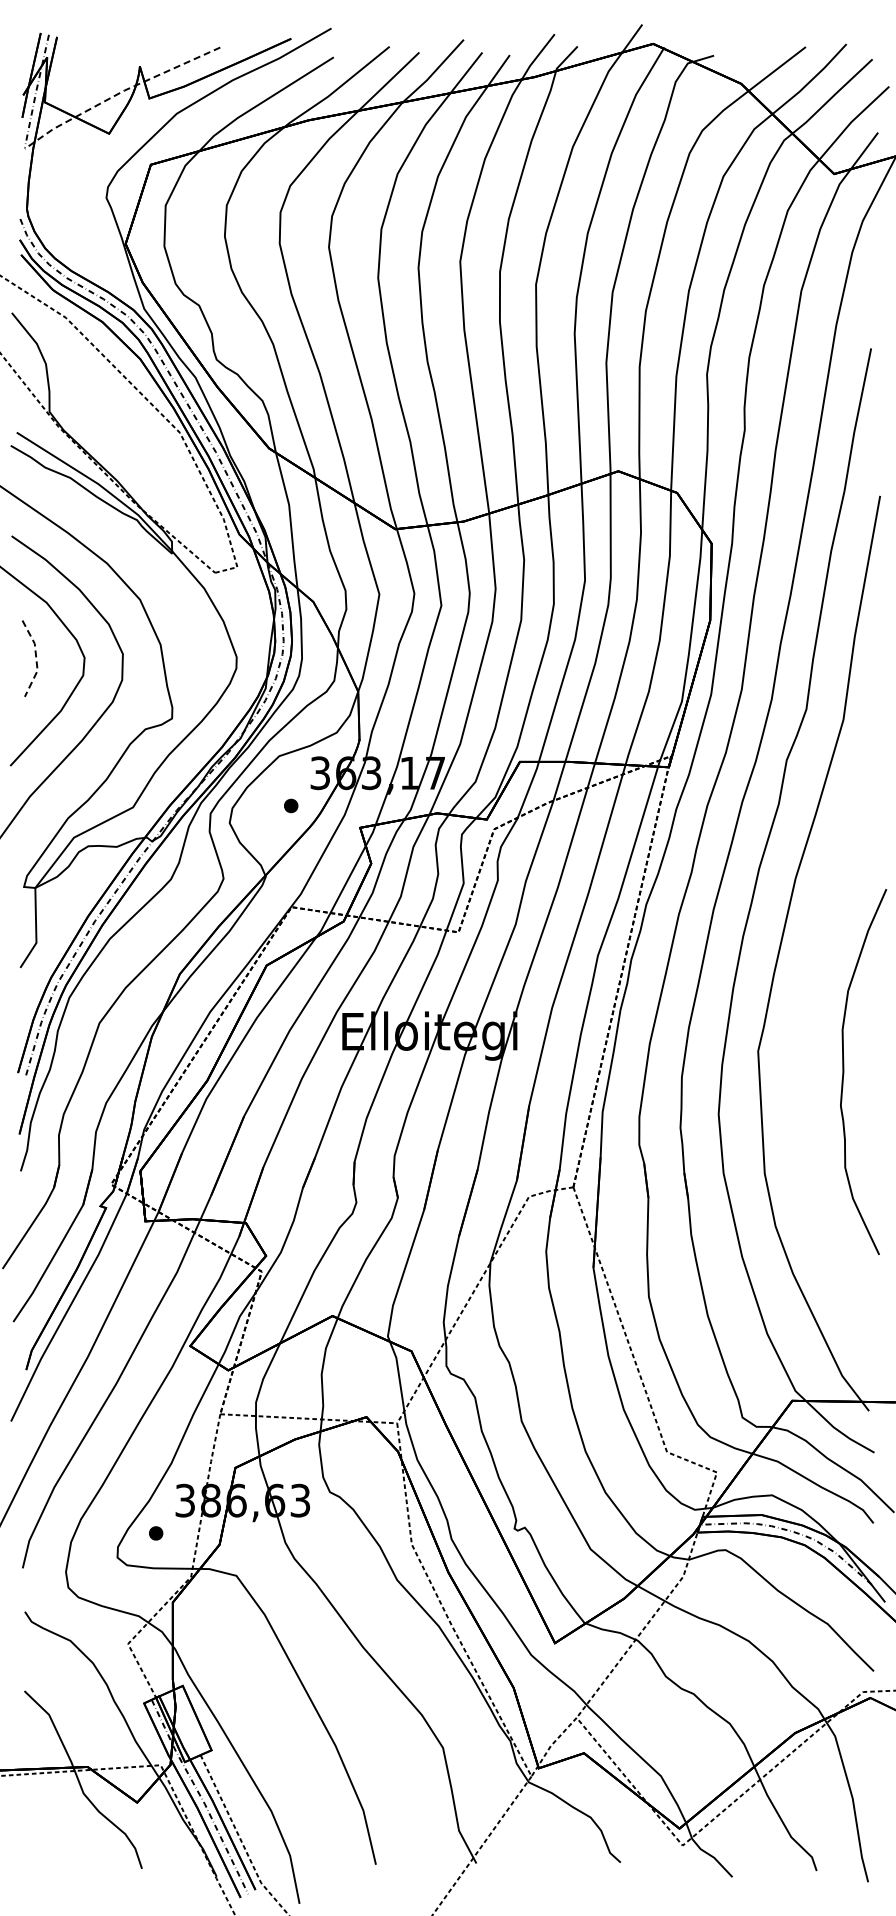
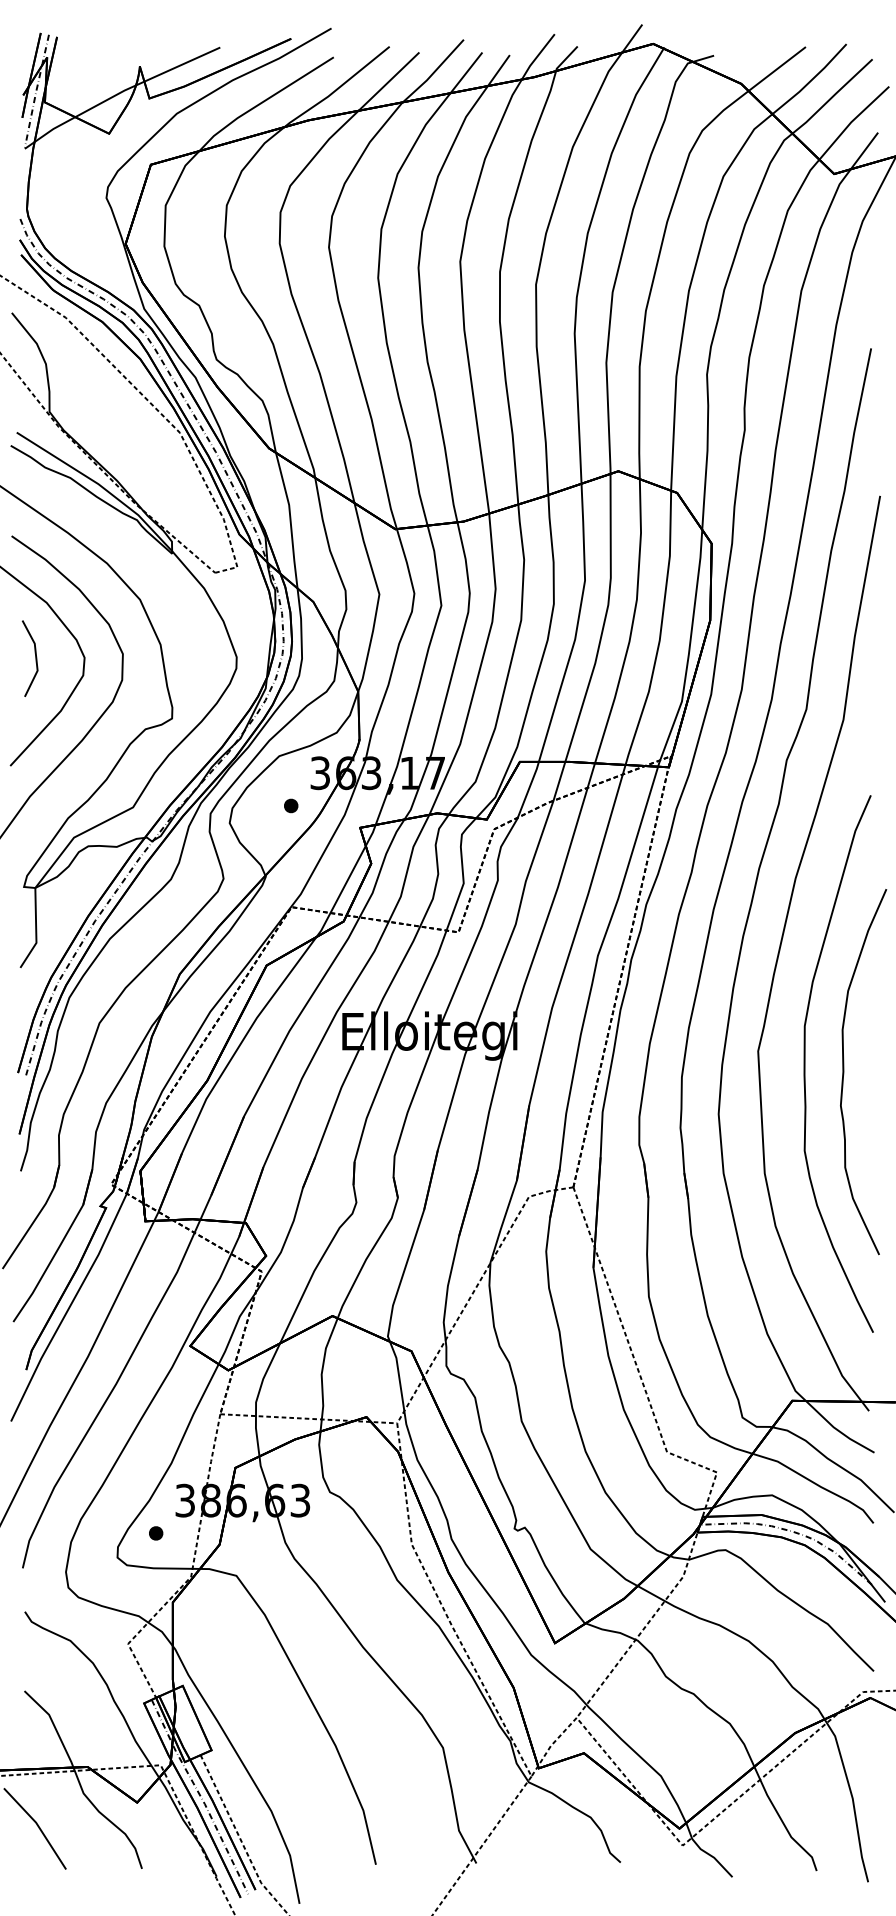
line at (119, 93): dashed -> solid
line at (36, 659): dashed -> solid
curve at (805, 1063): none -> present
line at (36, 1825): none -> present
